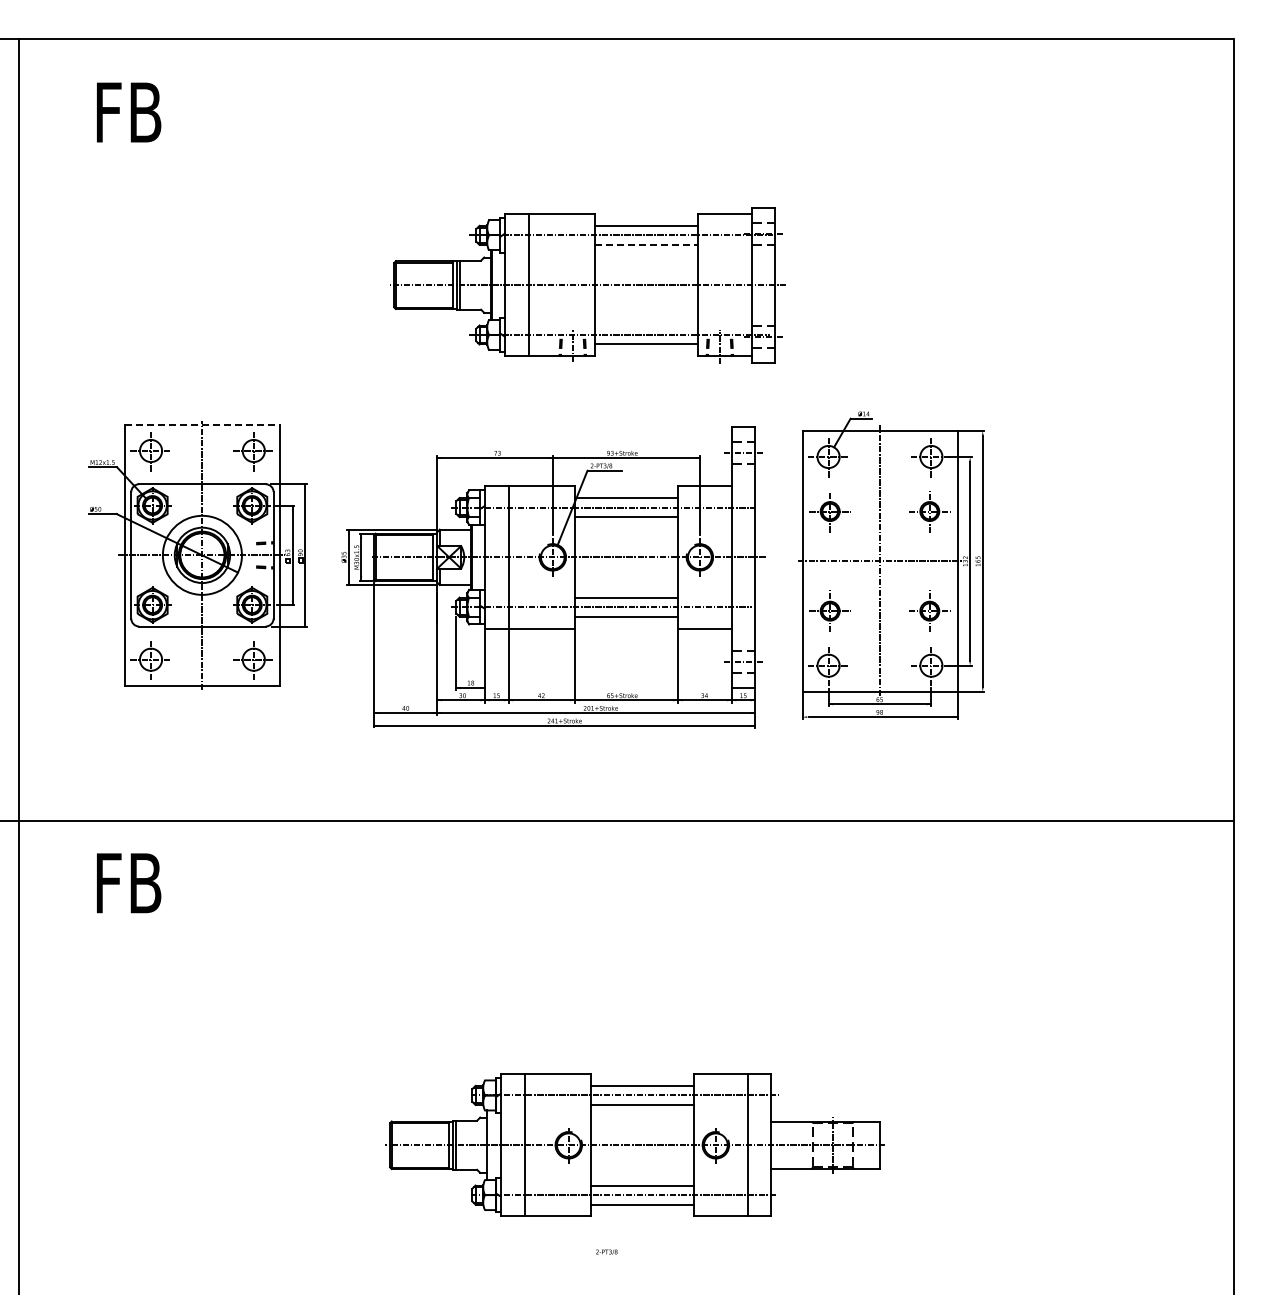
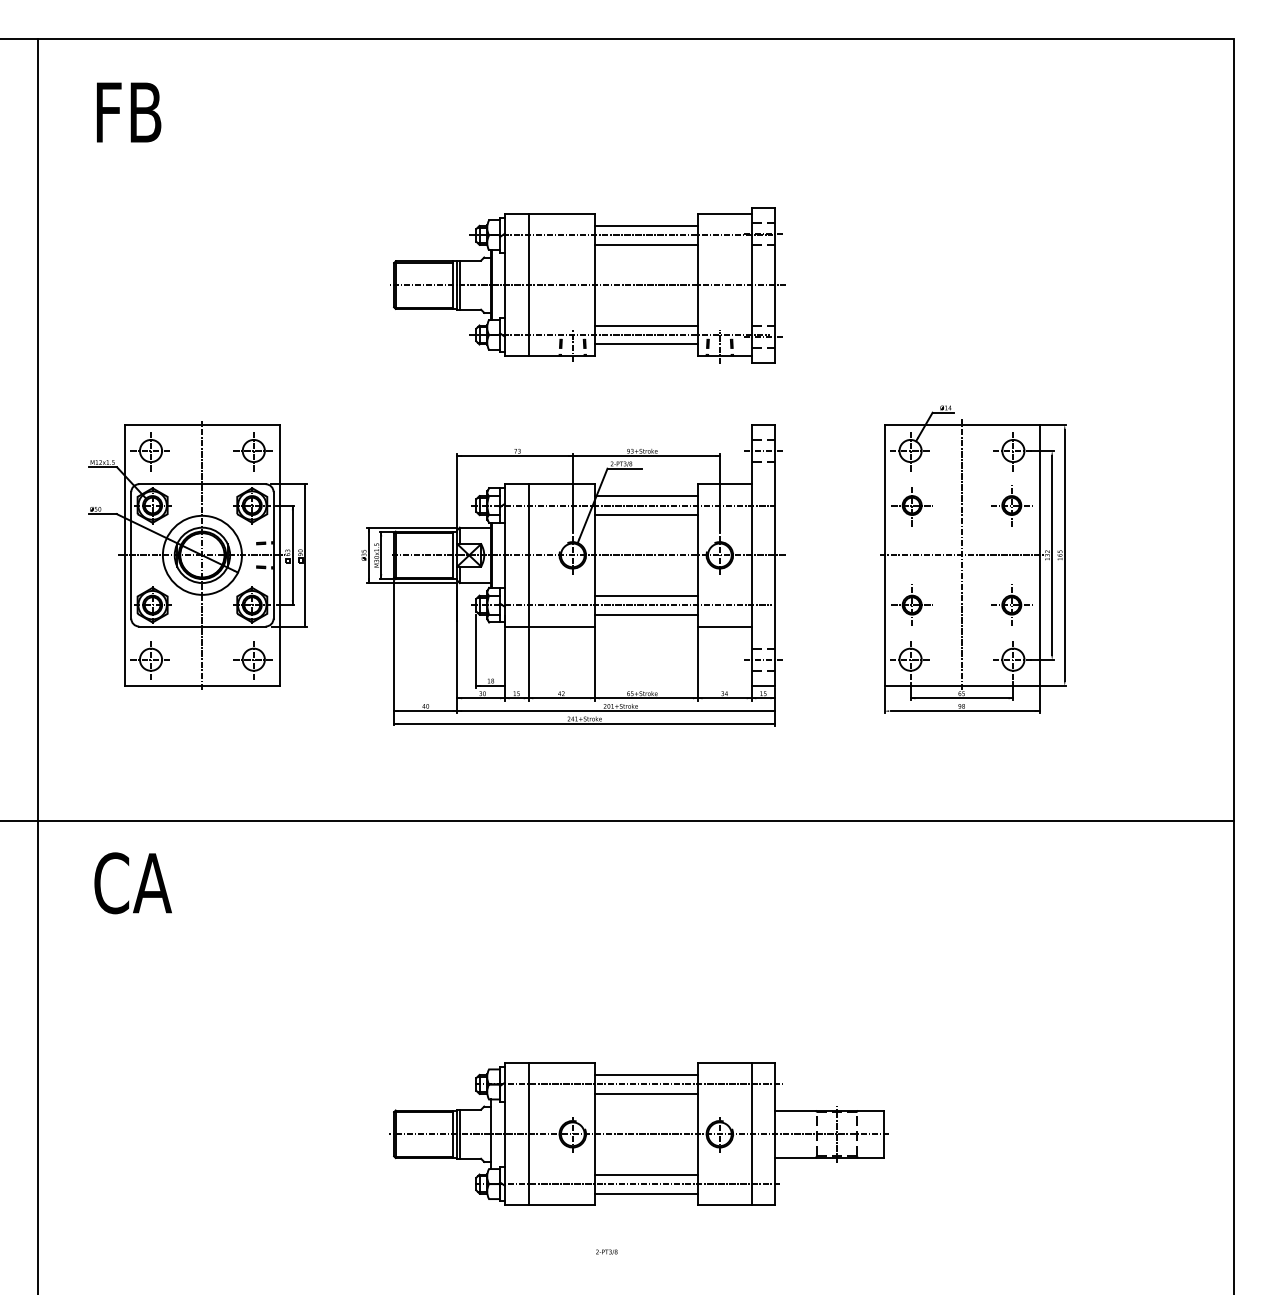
line at (646, 244): dashed -> solid
line at (645, 325): none -> present
line at (202, 424): dashed -> solid
part at (891, 565) position: (891, 565) -> (973, 559)
part at (553, 577) position: (553, 577) -> (573, 575)
line at (19, 664) position: (19, 664) -> (38, 664)
text at (132, 883): FB -> CA
part at (634, 1144) position: (634, 1144) -> (638, 1133)
